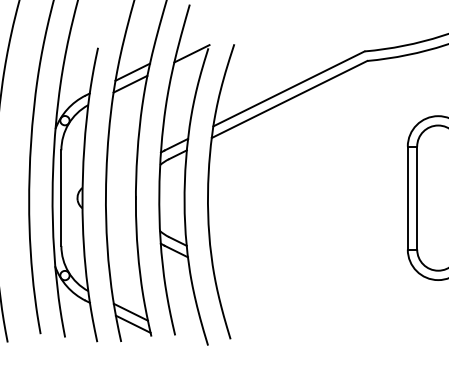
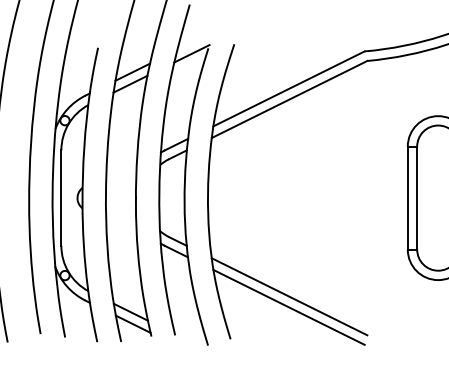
line at (289, 296): none -> present
line at (288, 306): none -> present
